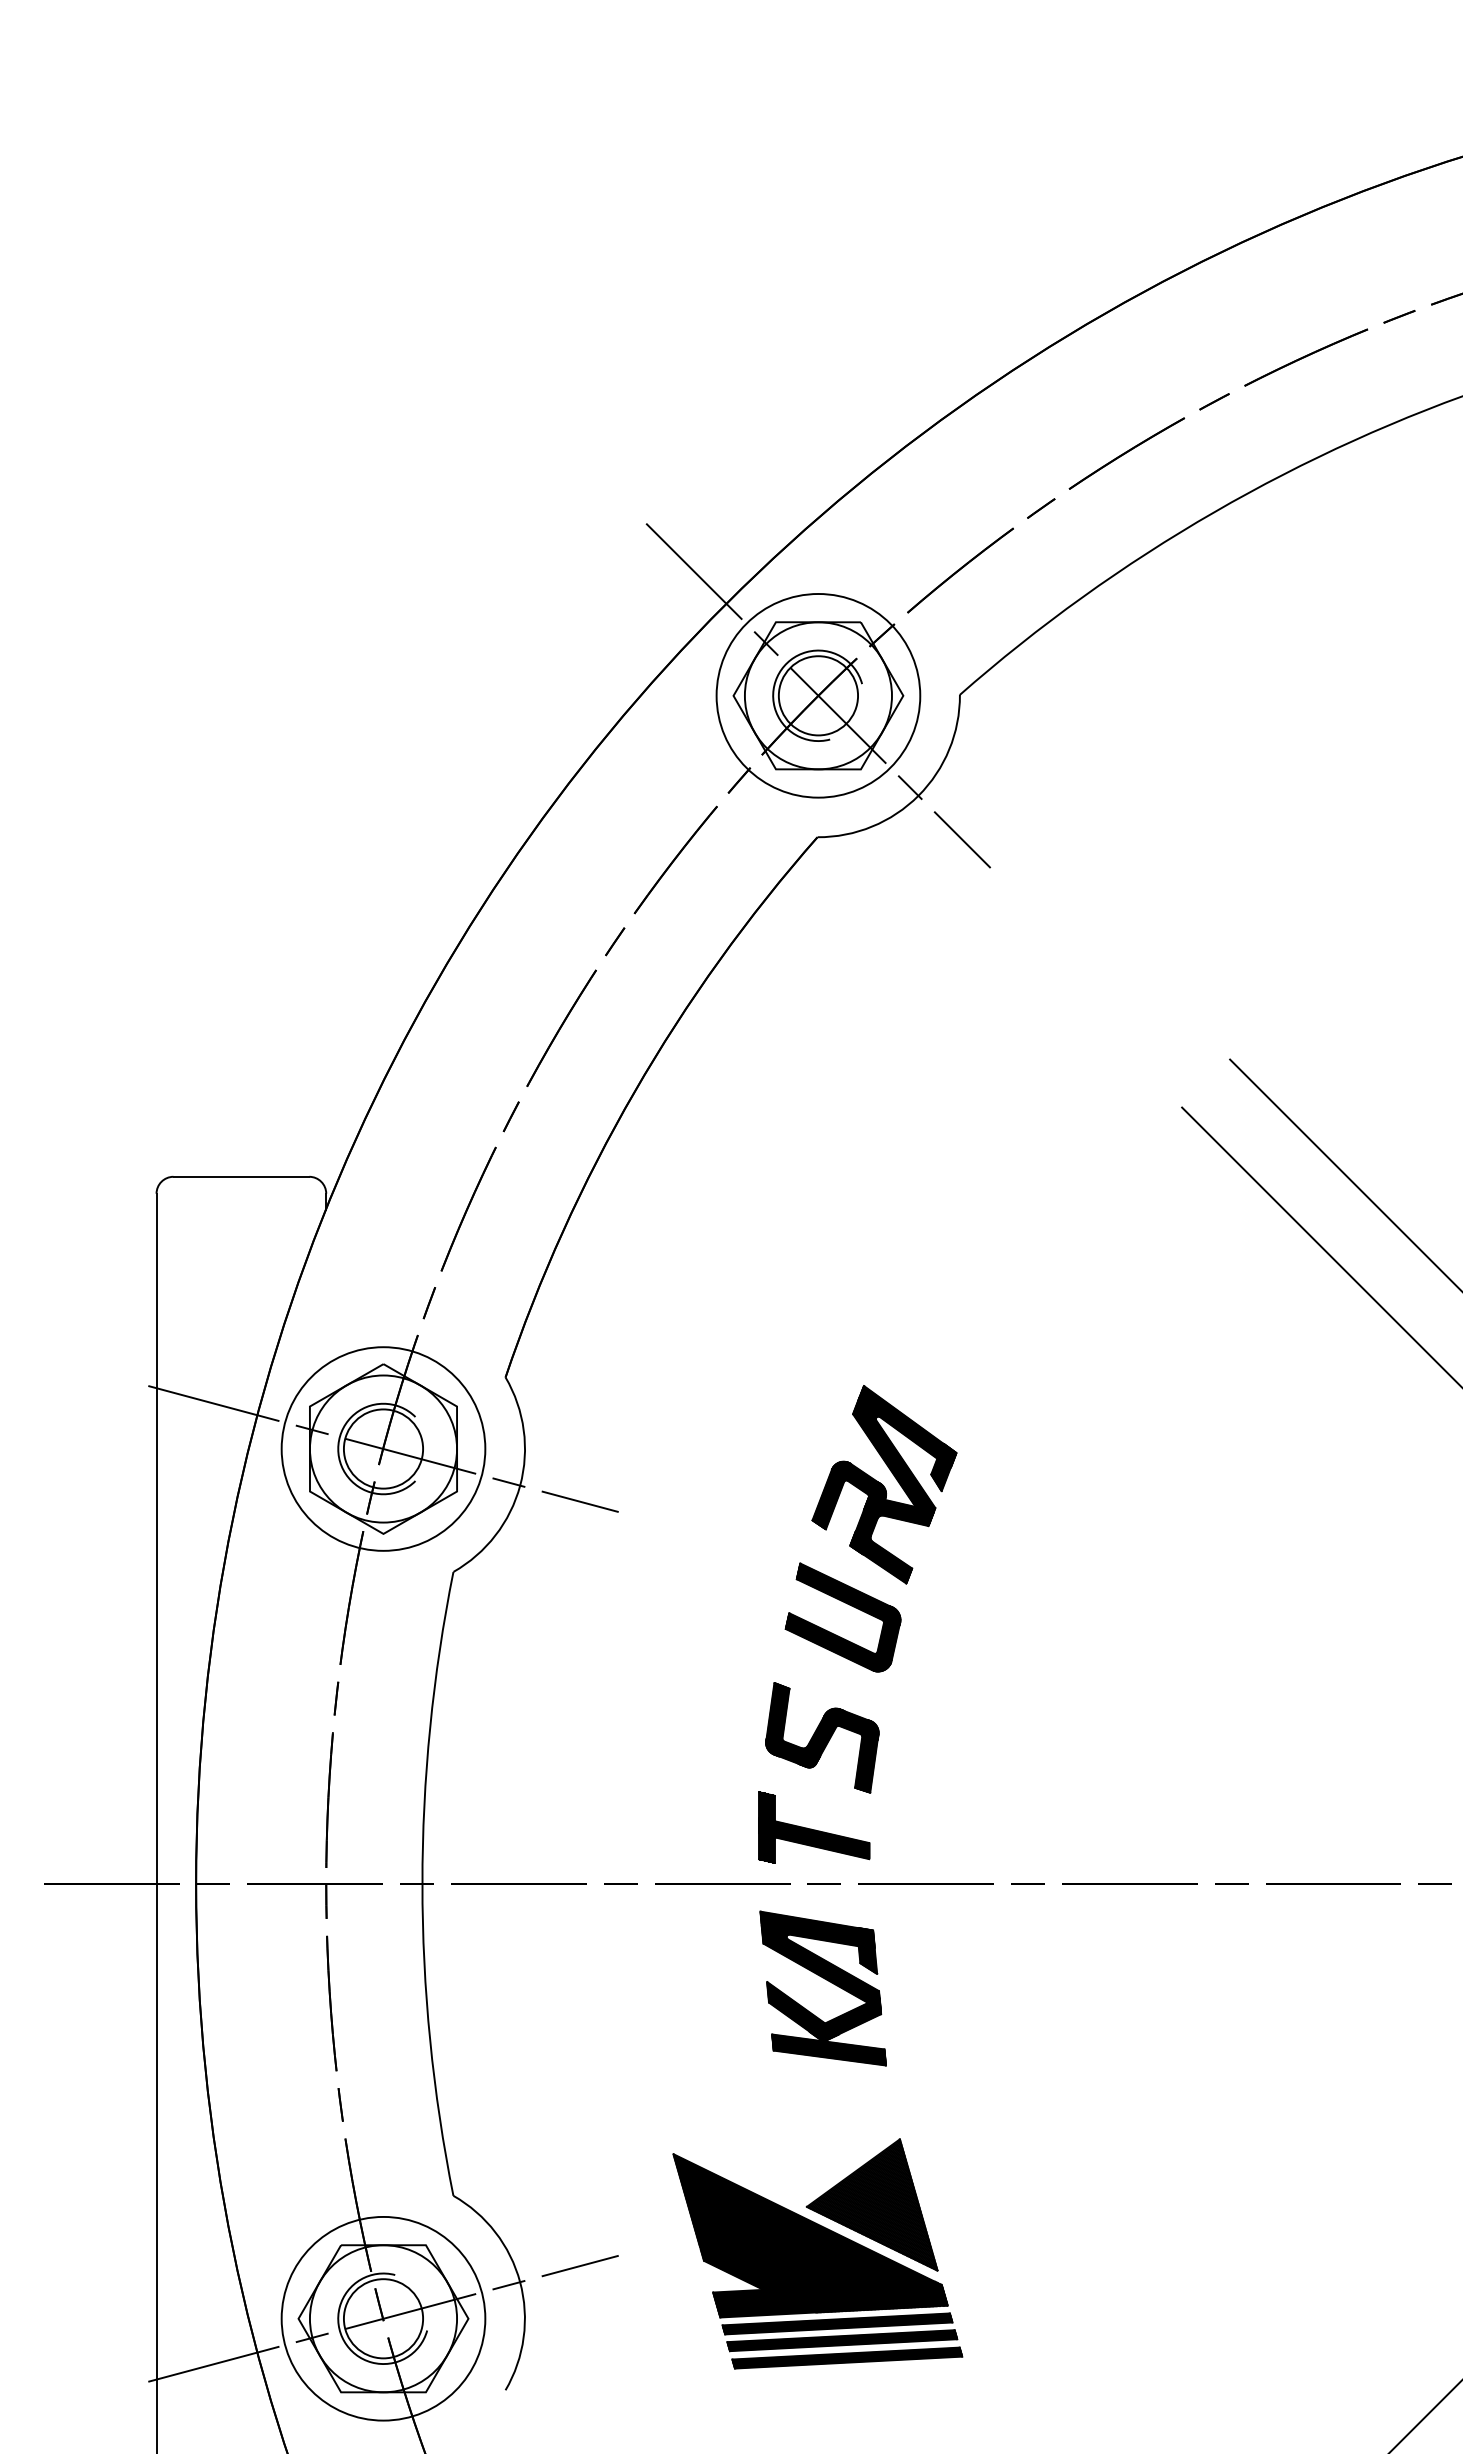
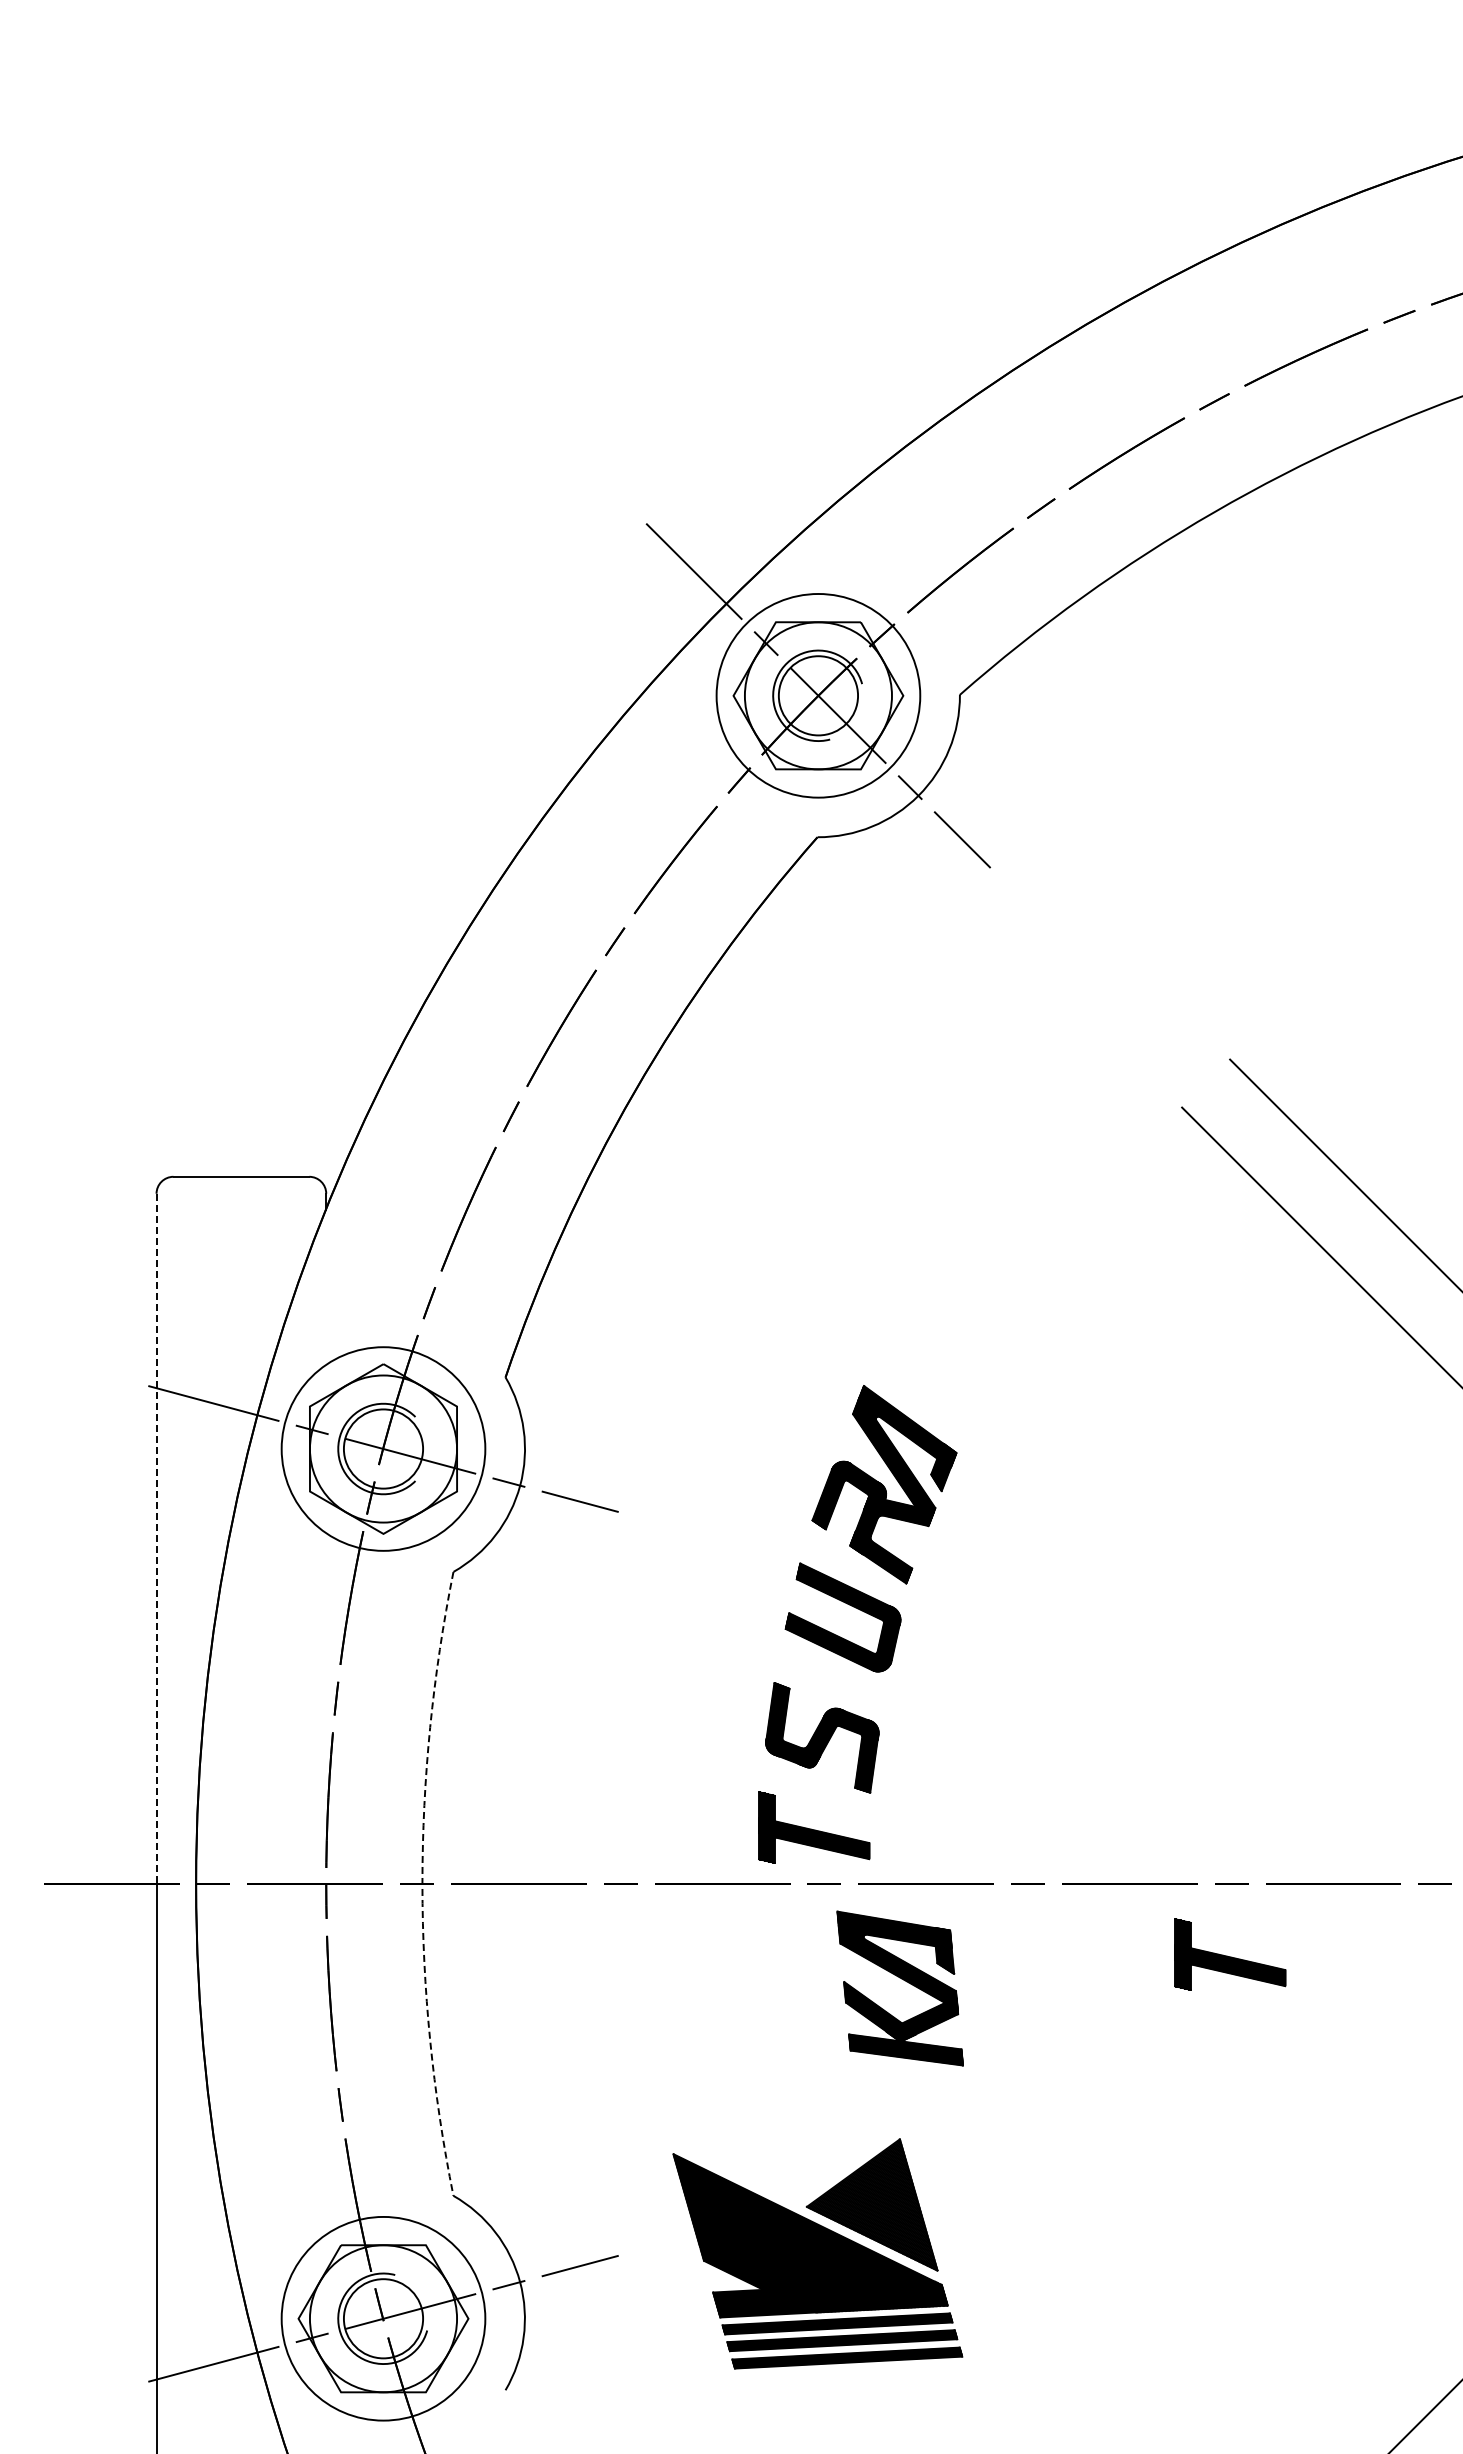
line at (156, 1539): solid -> dashed
arc at (422, 1883): solid -> dashed
part at (1230, 1954): none -> present
part at (826, 1980) position: (826, 1980) -> (903, 1980)
